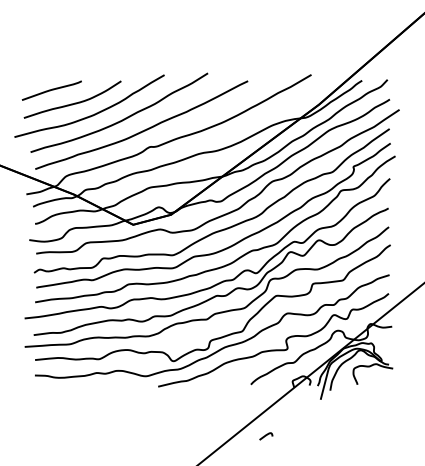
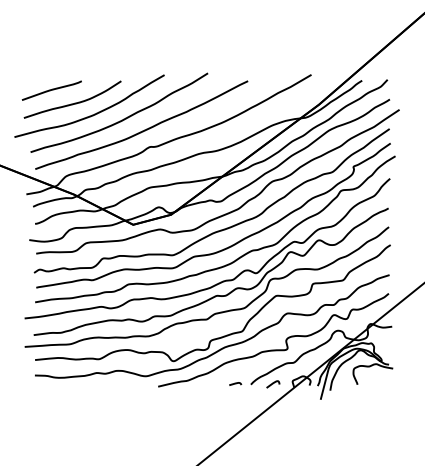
curve at (235, 383): none -> present
curve at (266, 436) position: (266, 436) -> (273, 384)
